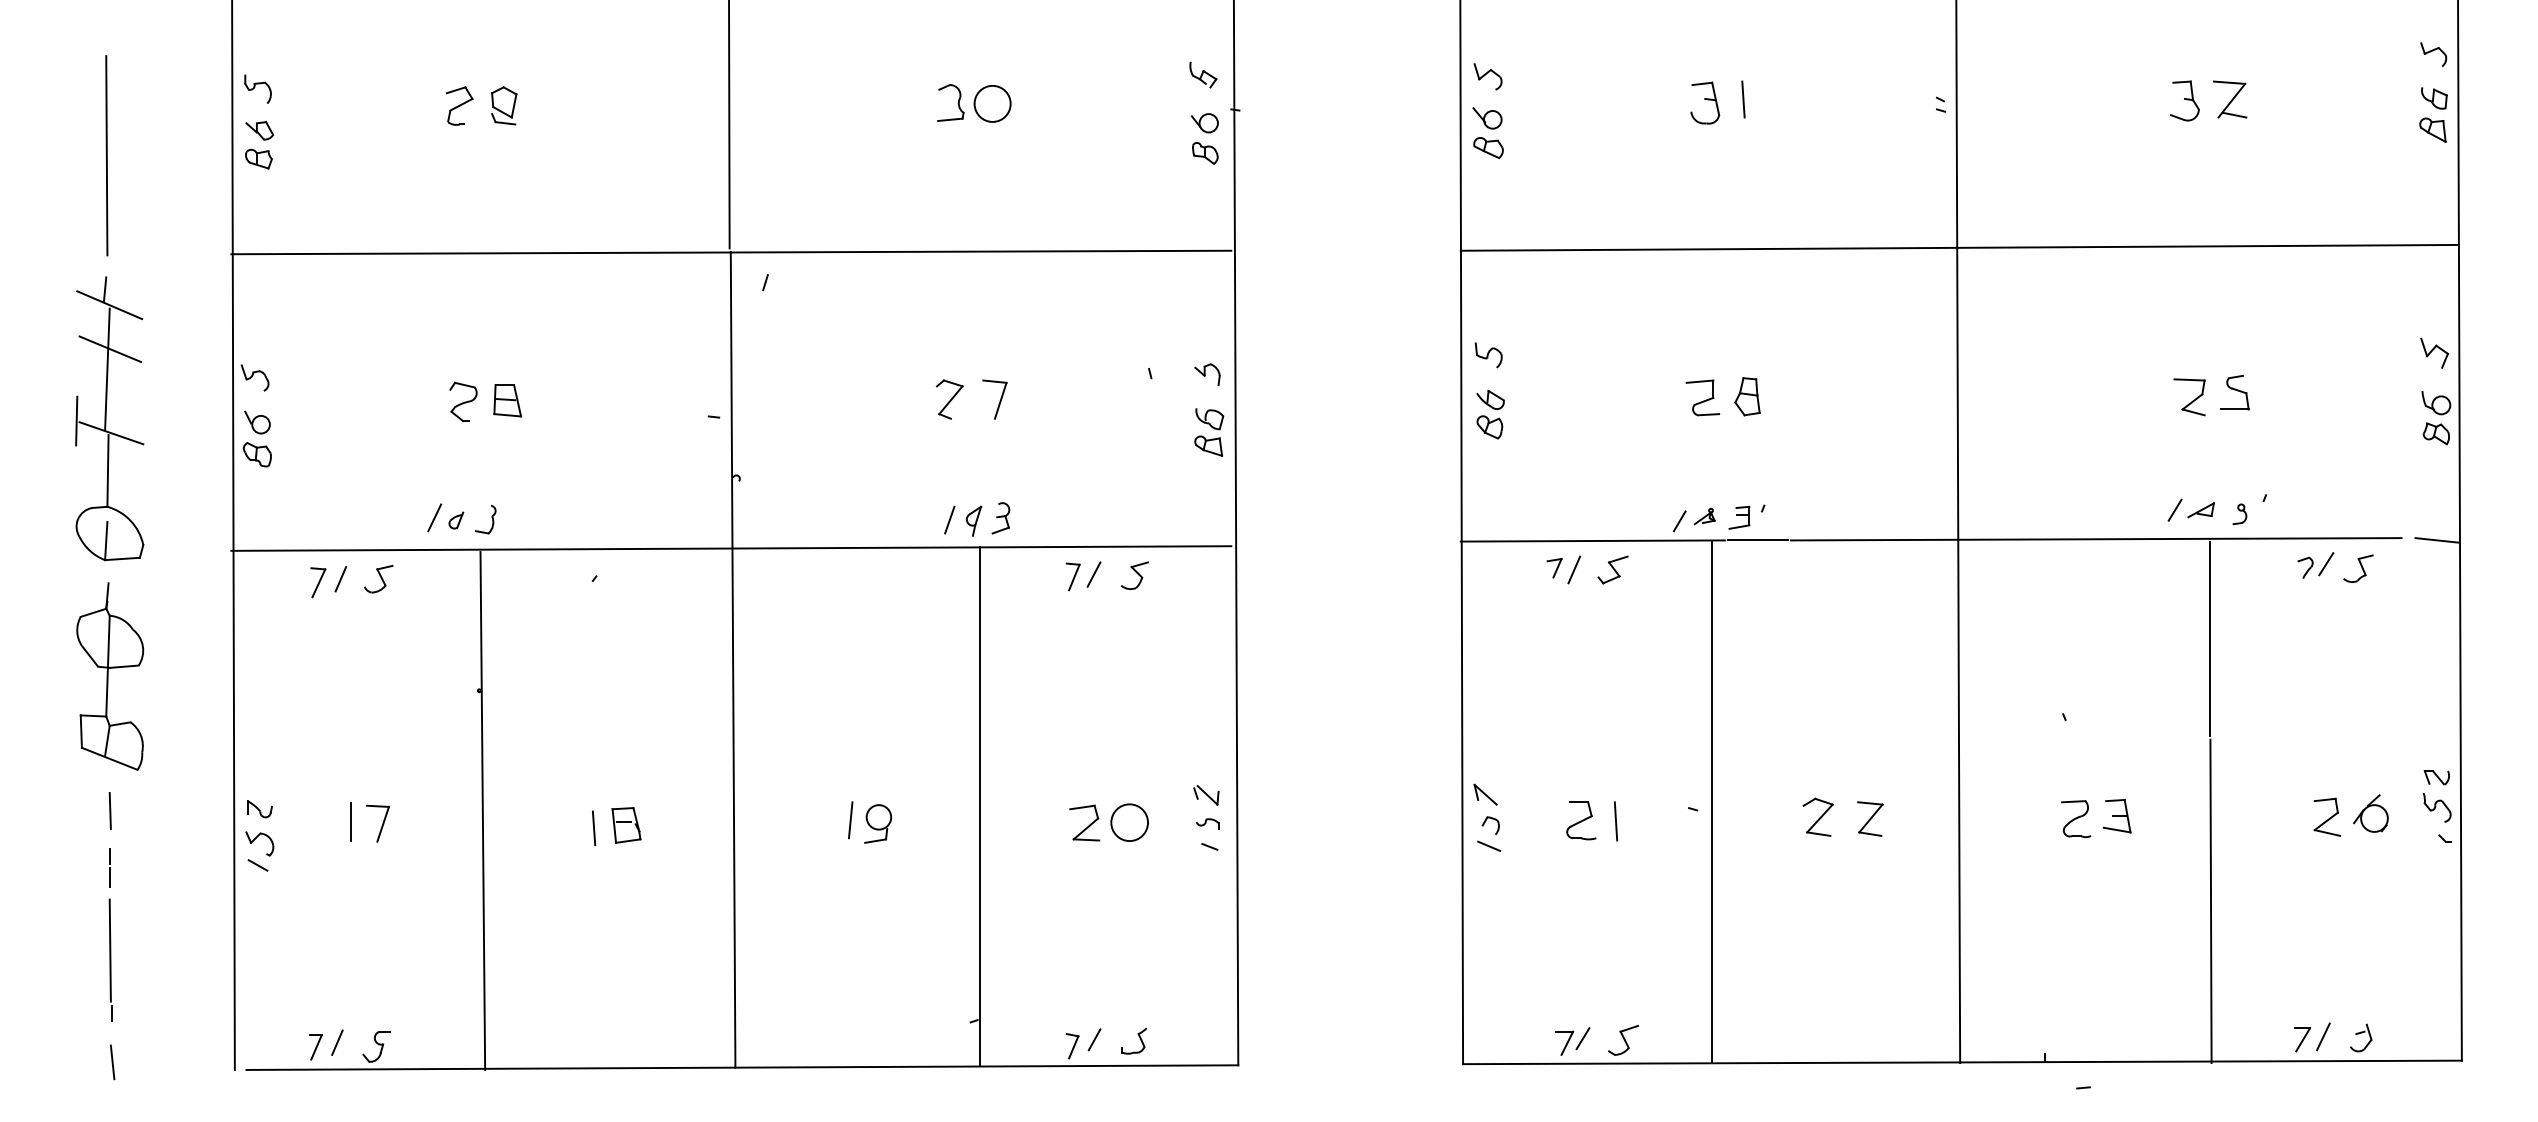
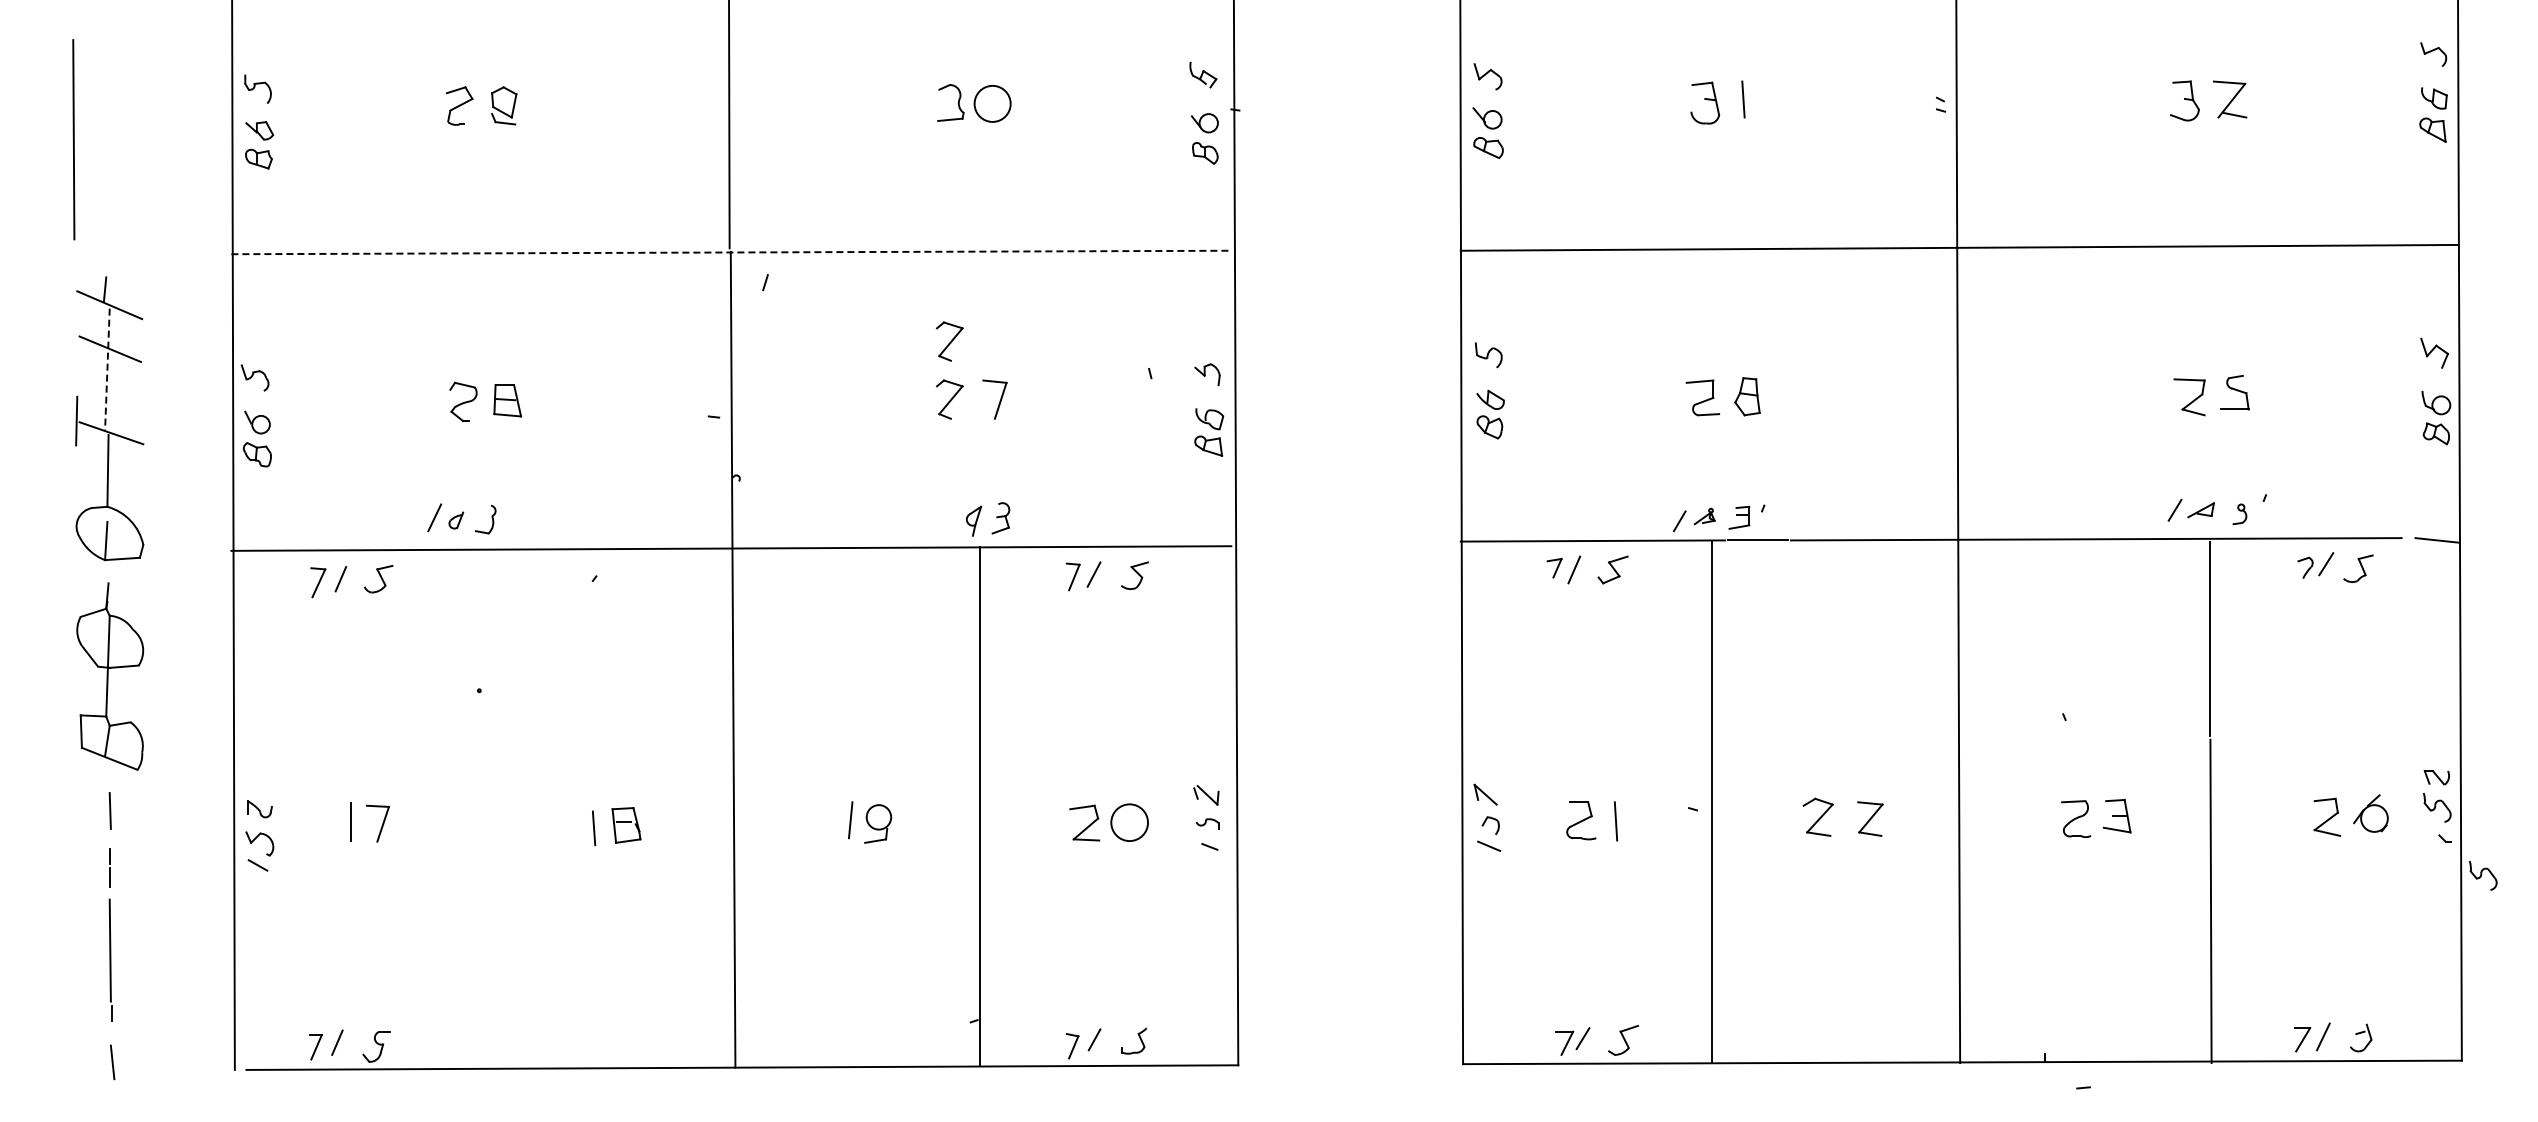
line at (106, 155) position: (106, 155) -> (73, 139)
line at (731, 252): solid -> dashed
part at (949, 341): none -> present
line at (107, 369): solid -> dashed
line at (949, 519): present -> none
line at (482, 810): present -> none
part at (2482, 875): none -> present
